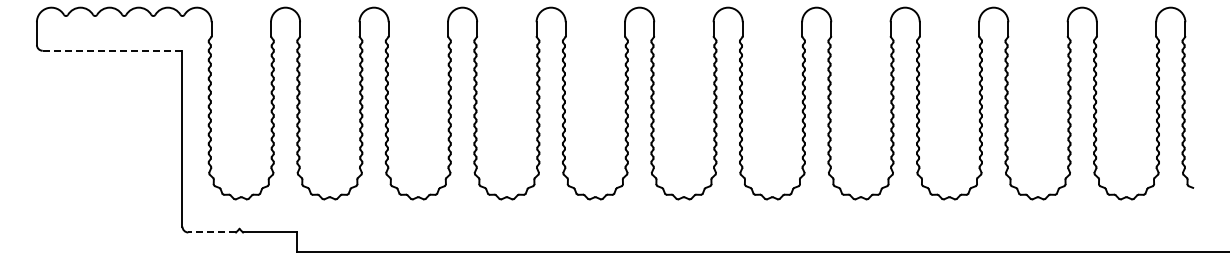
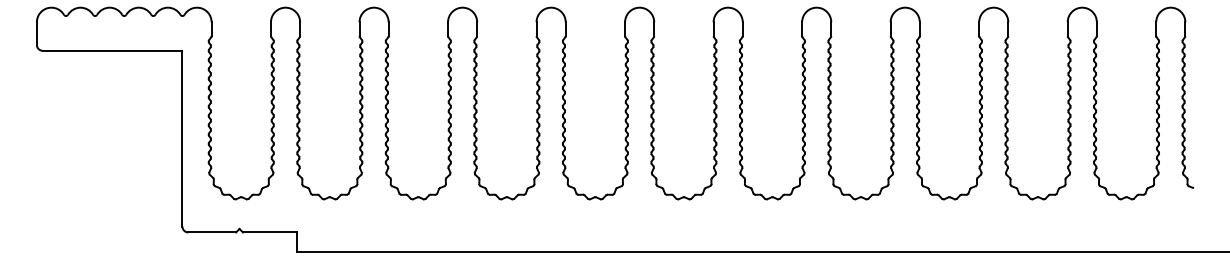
line at (112, 50): dashed -> solid
line at (212, 232): dashed -> solid
